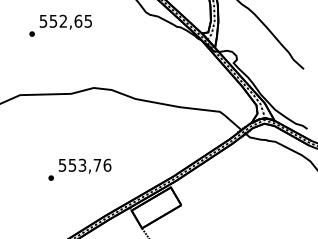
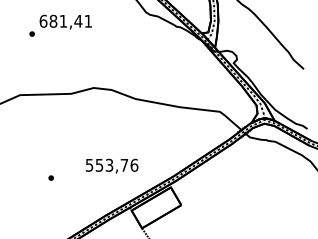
text at (65, 20): 552,65 -> 681,41
text at (84, 165) position: (84, 165) -> (111, 165)
